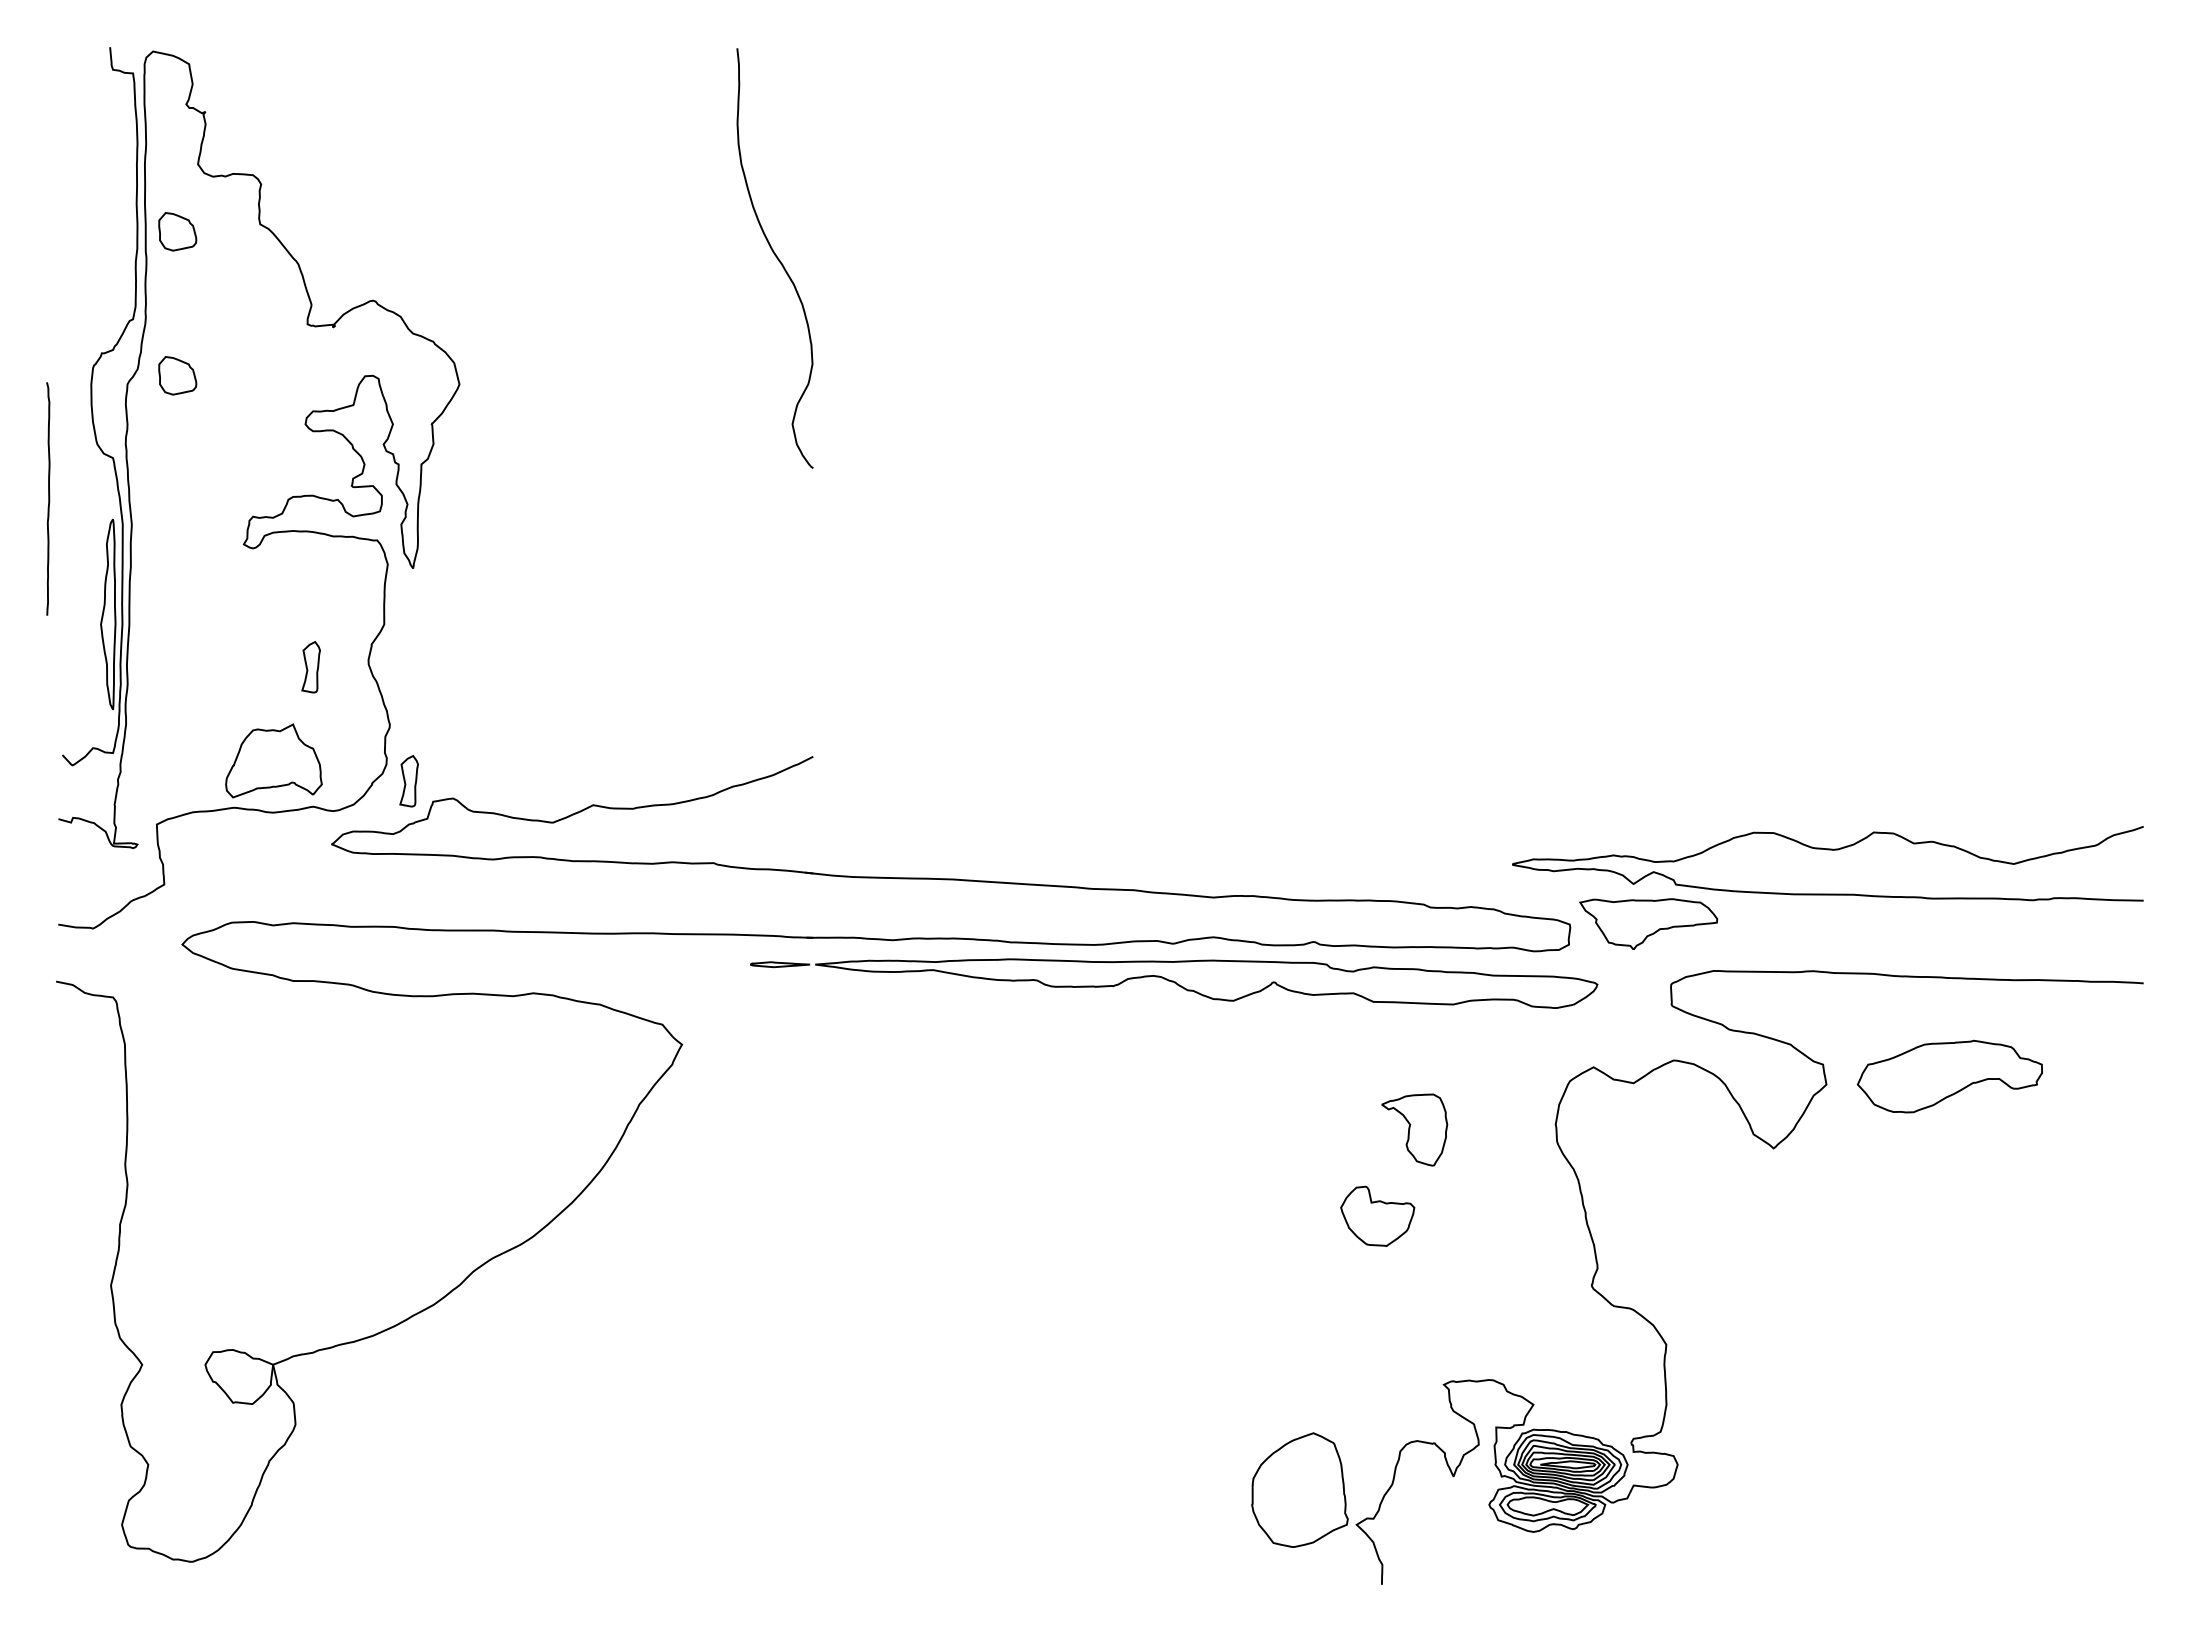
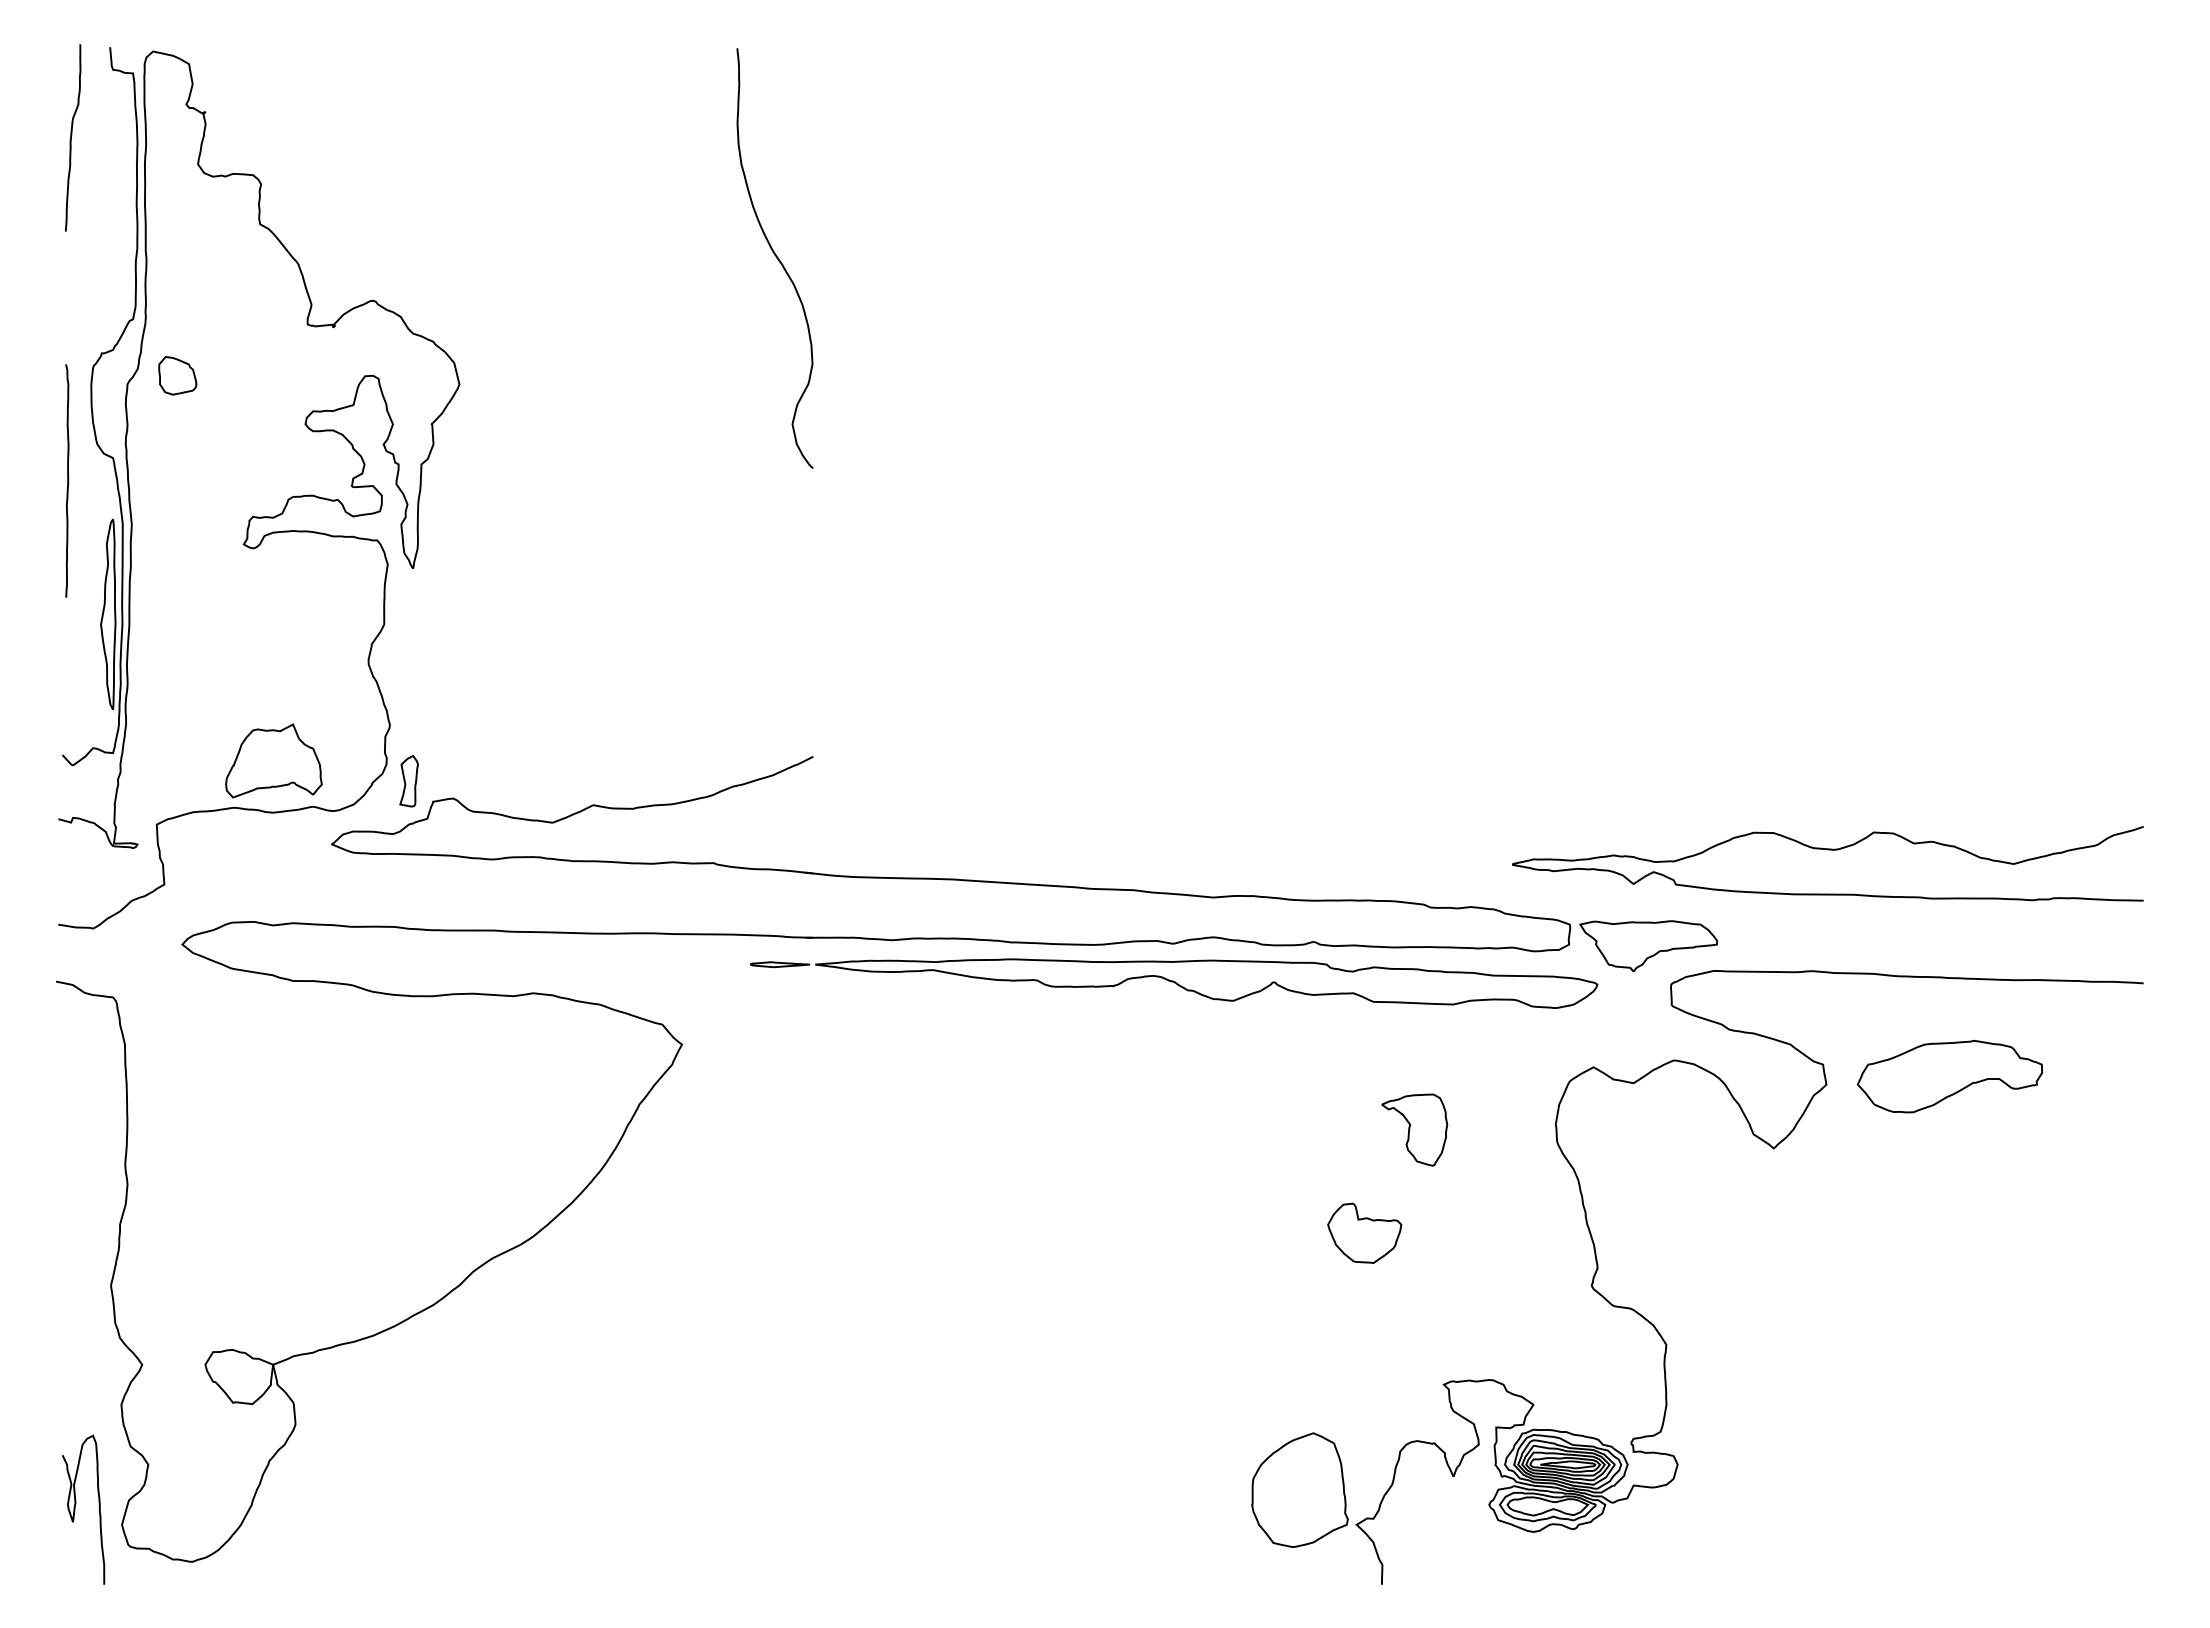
curve at (71, 137): none -> present
part at (177, 231): present -> none
curve at (48, 498) position: (48, 498) -> (67, 480)
part at (310, 667): present -> none
part at (1648, 923) position: (1648, 923) -> (1648, 945)
part at (1377, 1215) position: (1377, 1215) -> (1364, 1232)
curve at (75, 1509): none -> present
